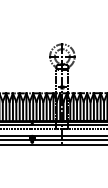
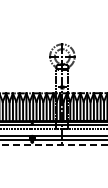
line at (53, 145): solid -> dashed
